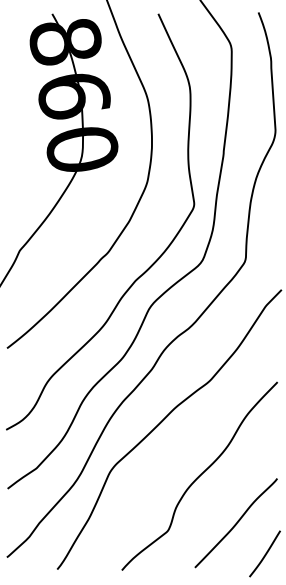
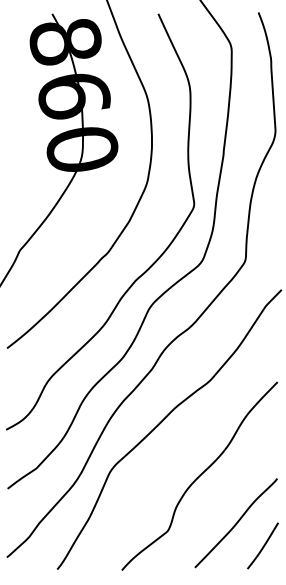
curve at (265, 553) position: (265, 553) -> (263, 545)
